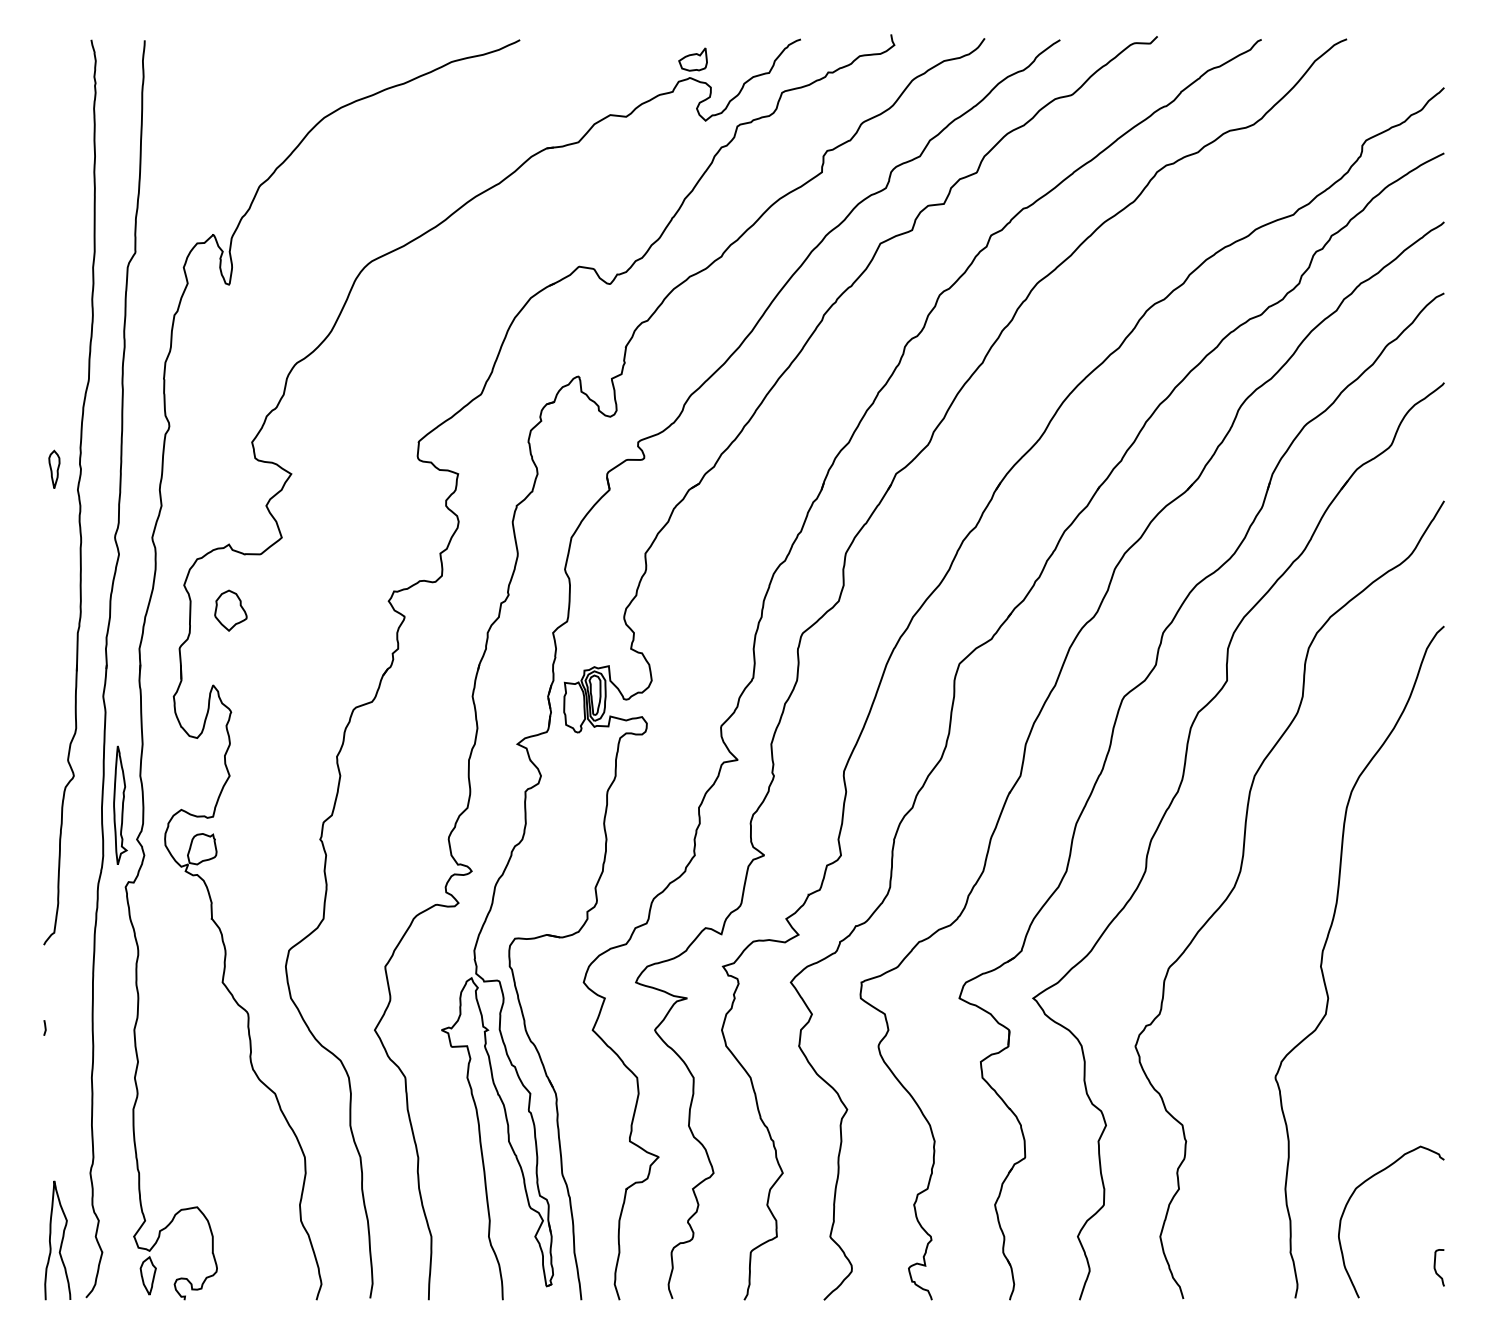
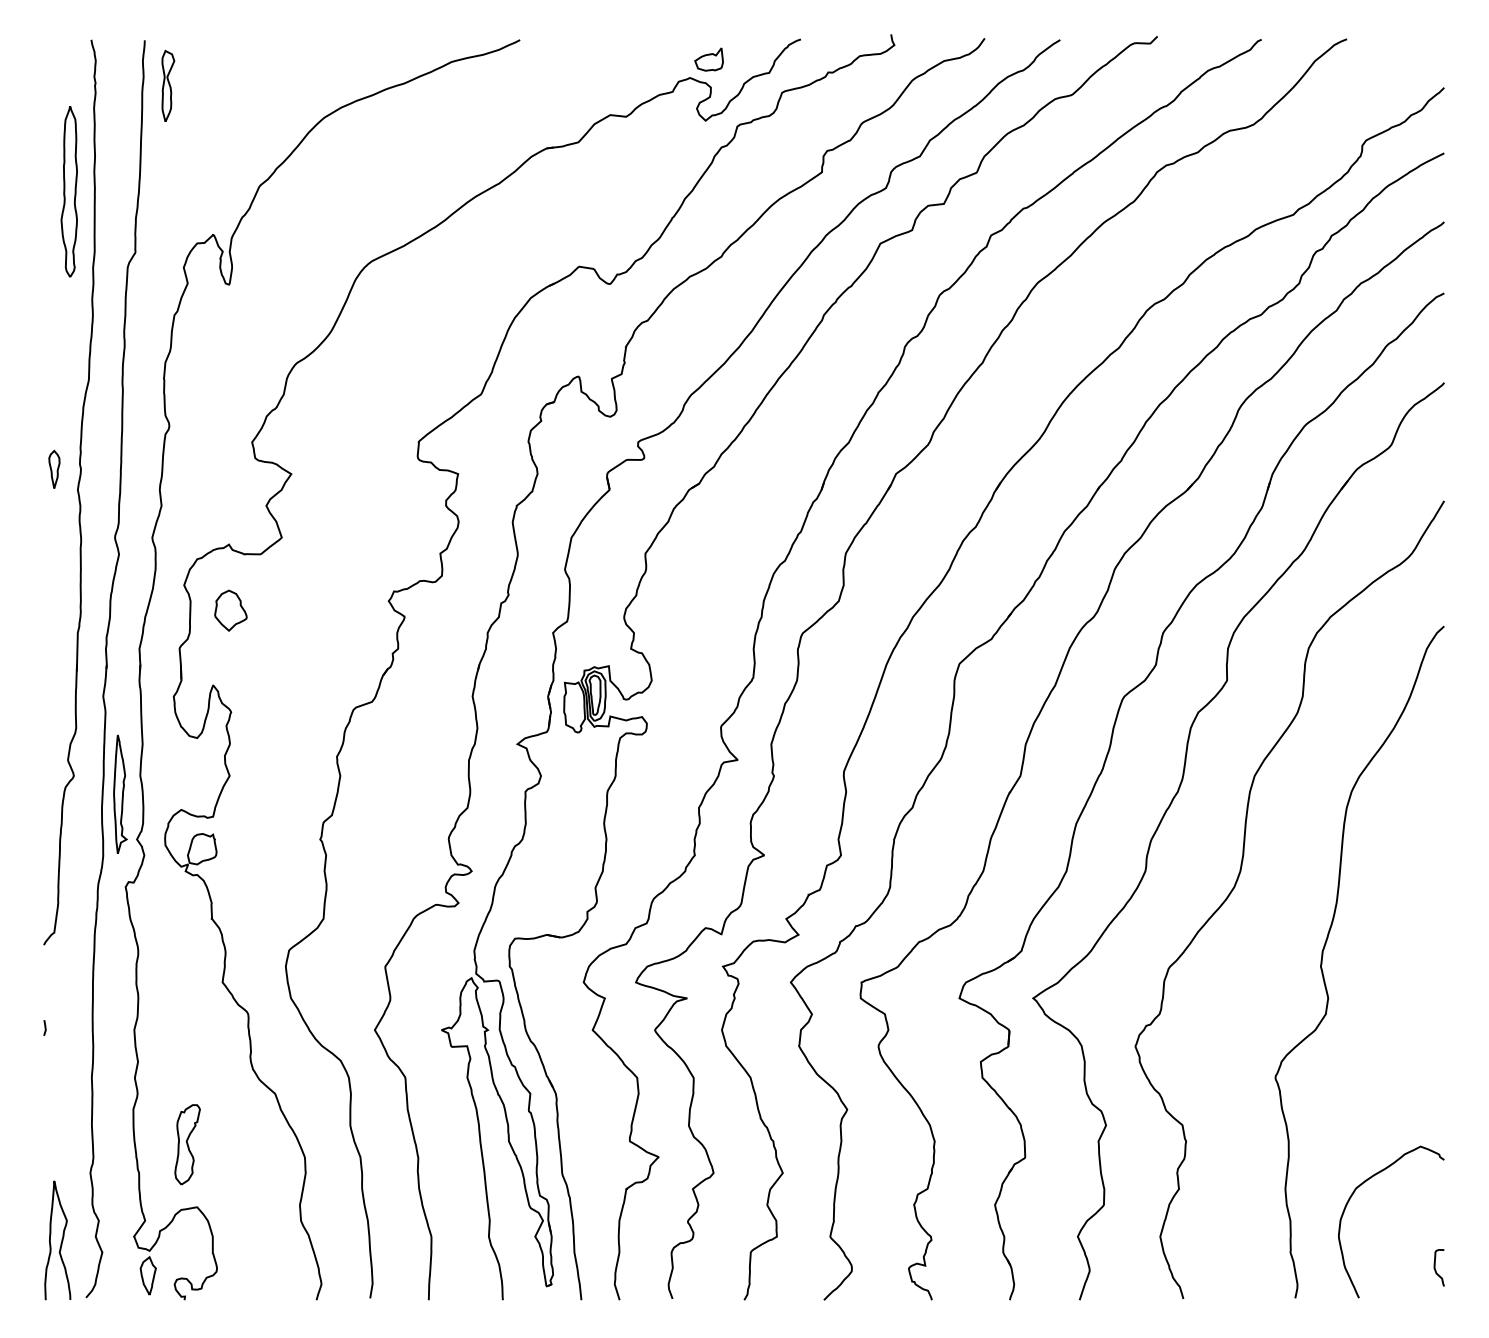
part at (692, 59) position: (692, 59) -> (708, 59)
part at (168, 85): none -> present
part at (68, 191): none -> present
part at (120, 804) position: (120, 804) -> (120, 793)
part at (187, 1144): none -> present
